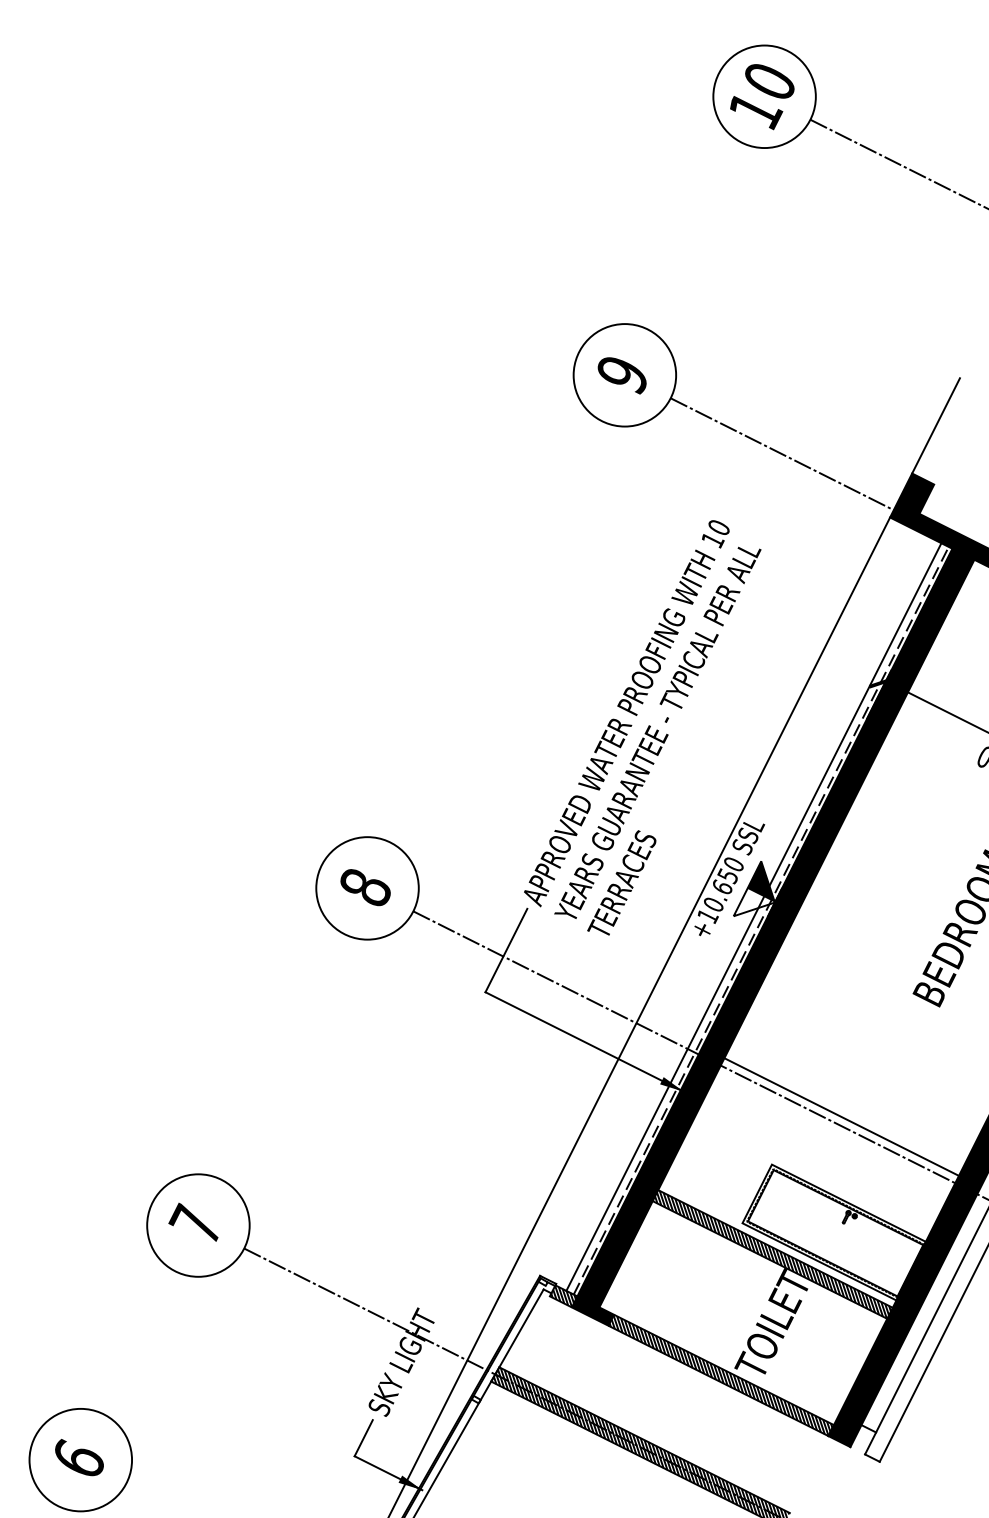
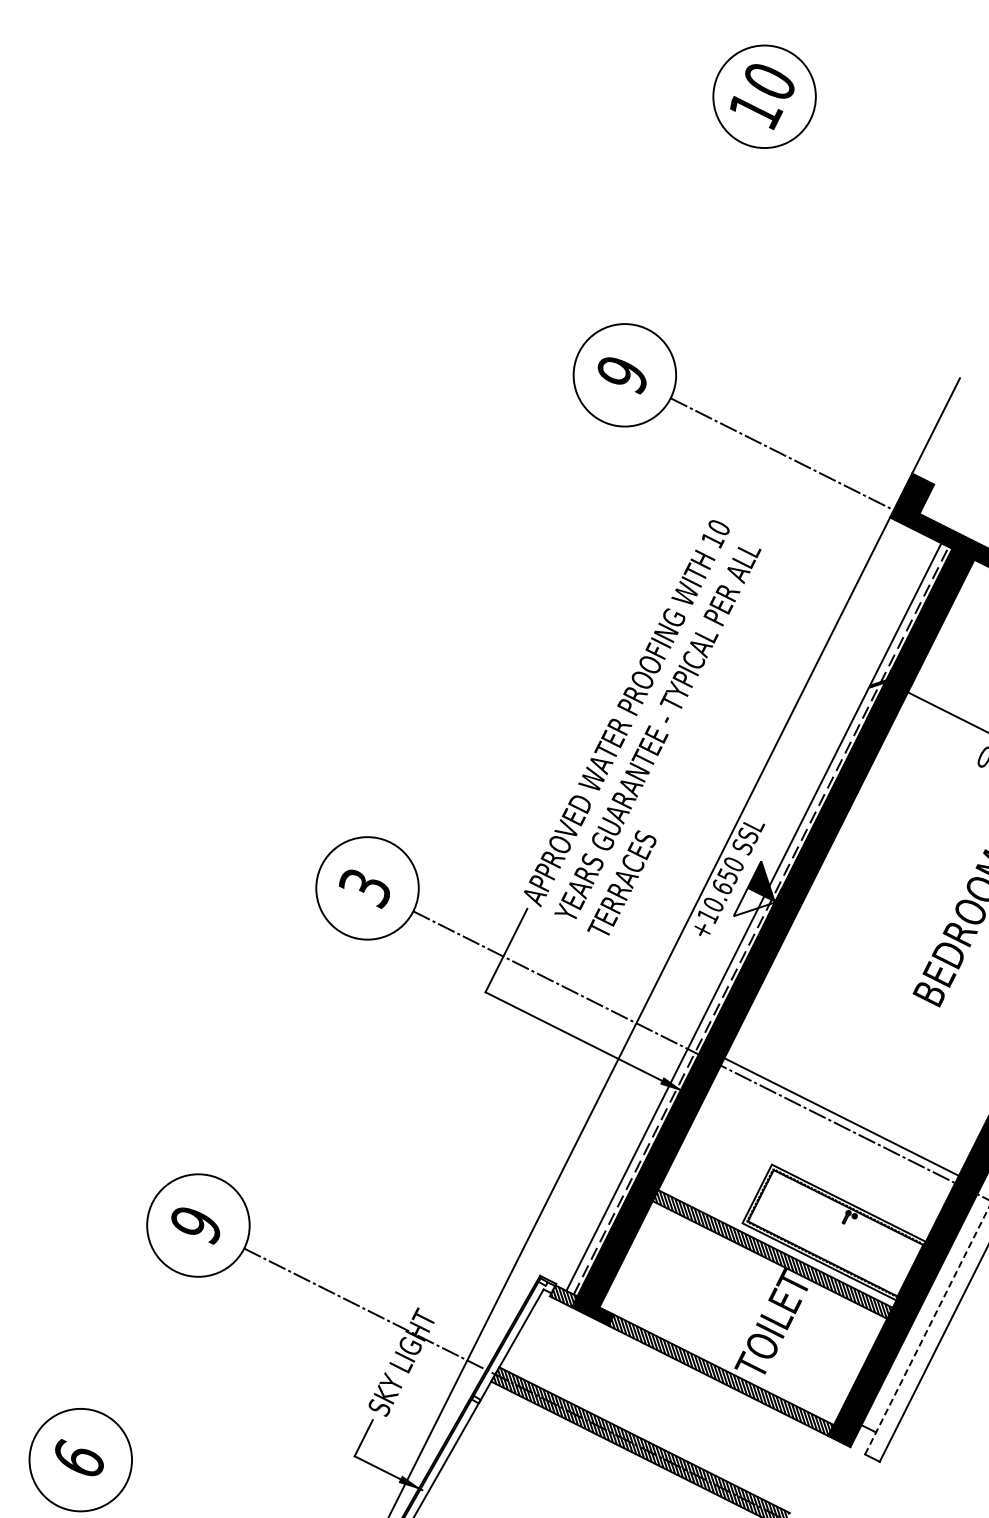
line at (897, 163): present -> none
text at (364, 888): 8 -> 3
text at (194, 1223): 7 -> 9
line at (926, 1331): solid -> dashed
